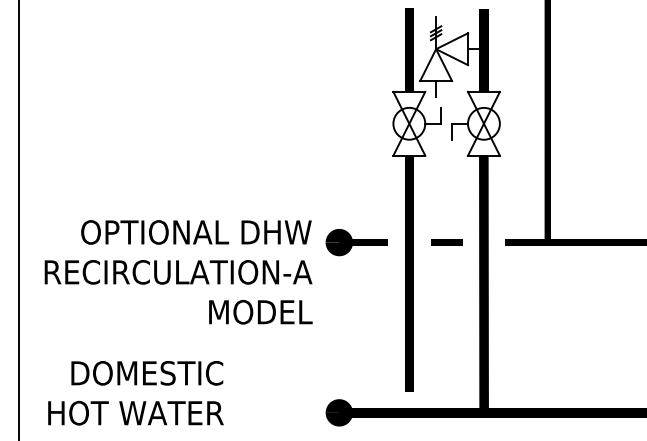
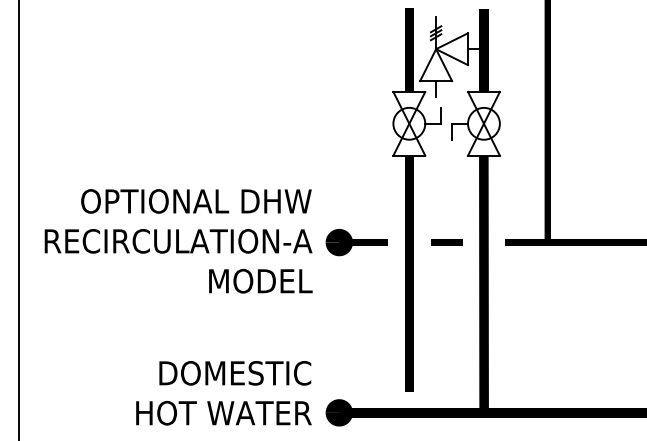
text at (178, 272) position: (178, 272) -> (178, 241)
text at (135, 393) position: (135, 393) -> (223, 393)
